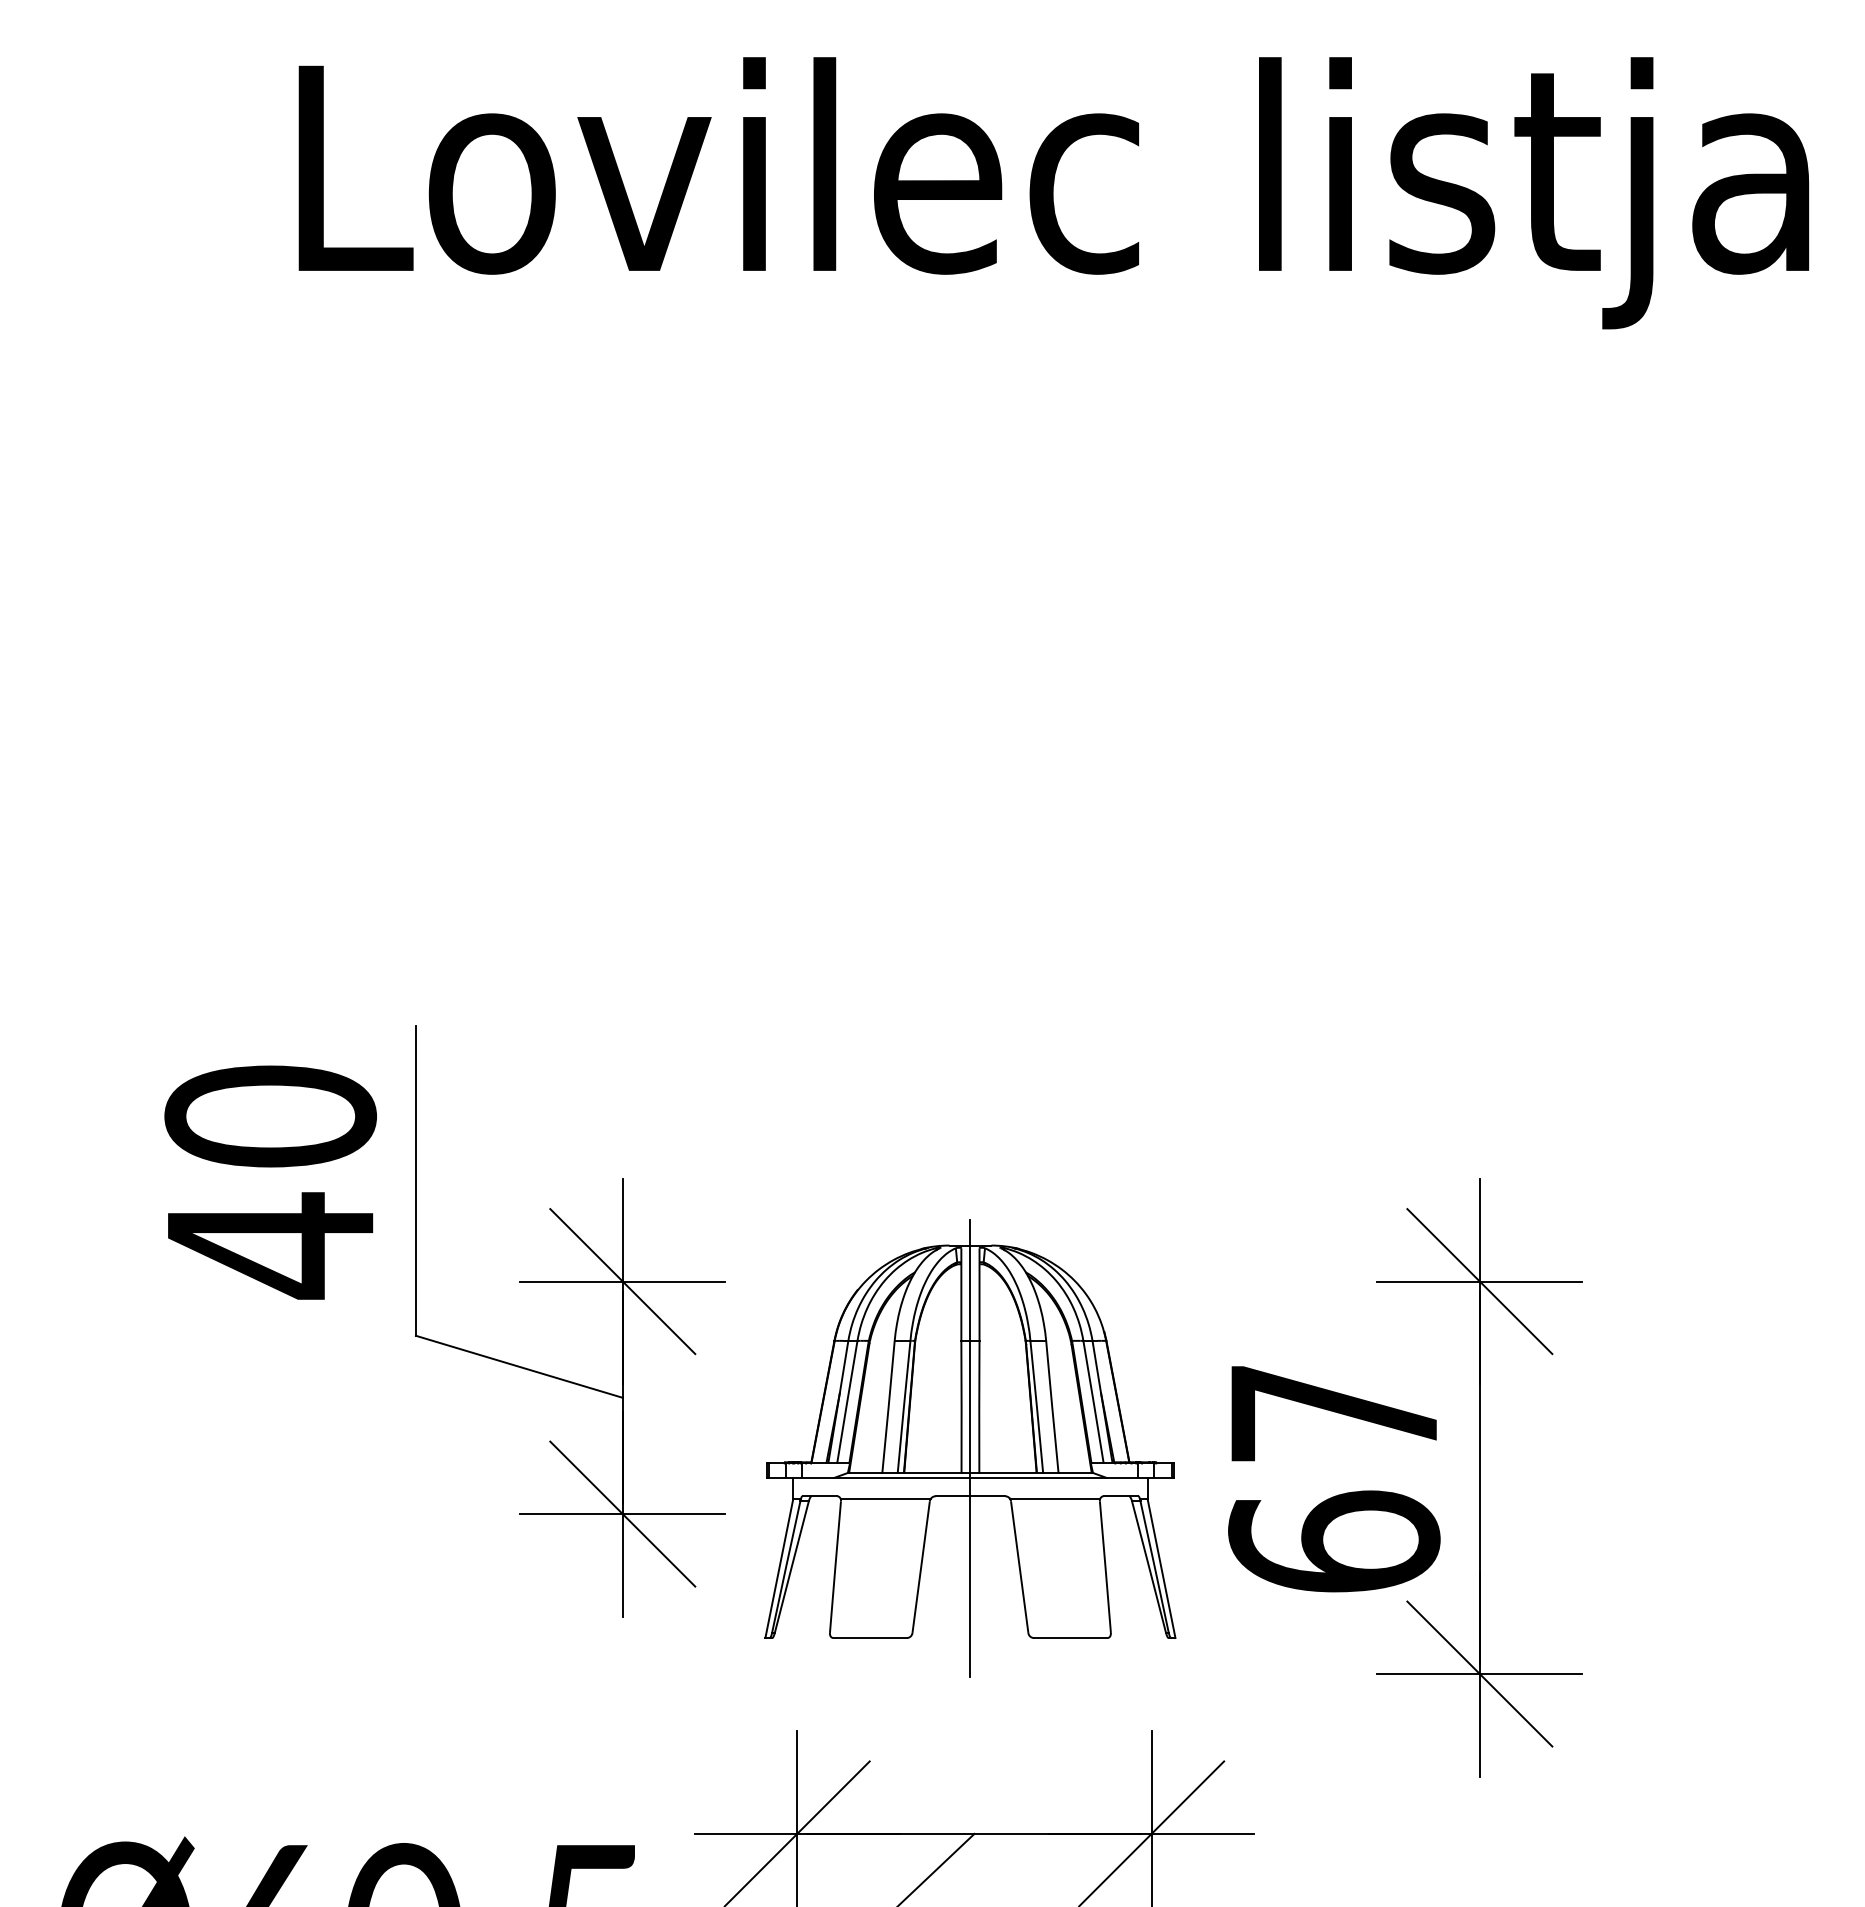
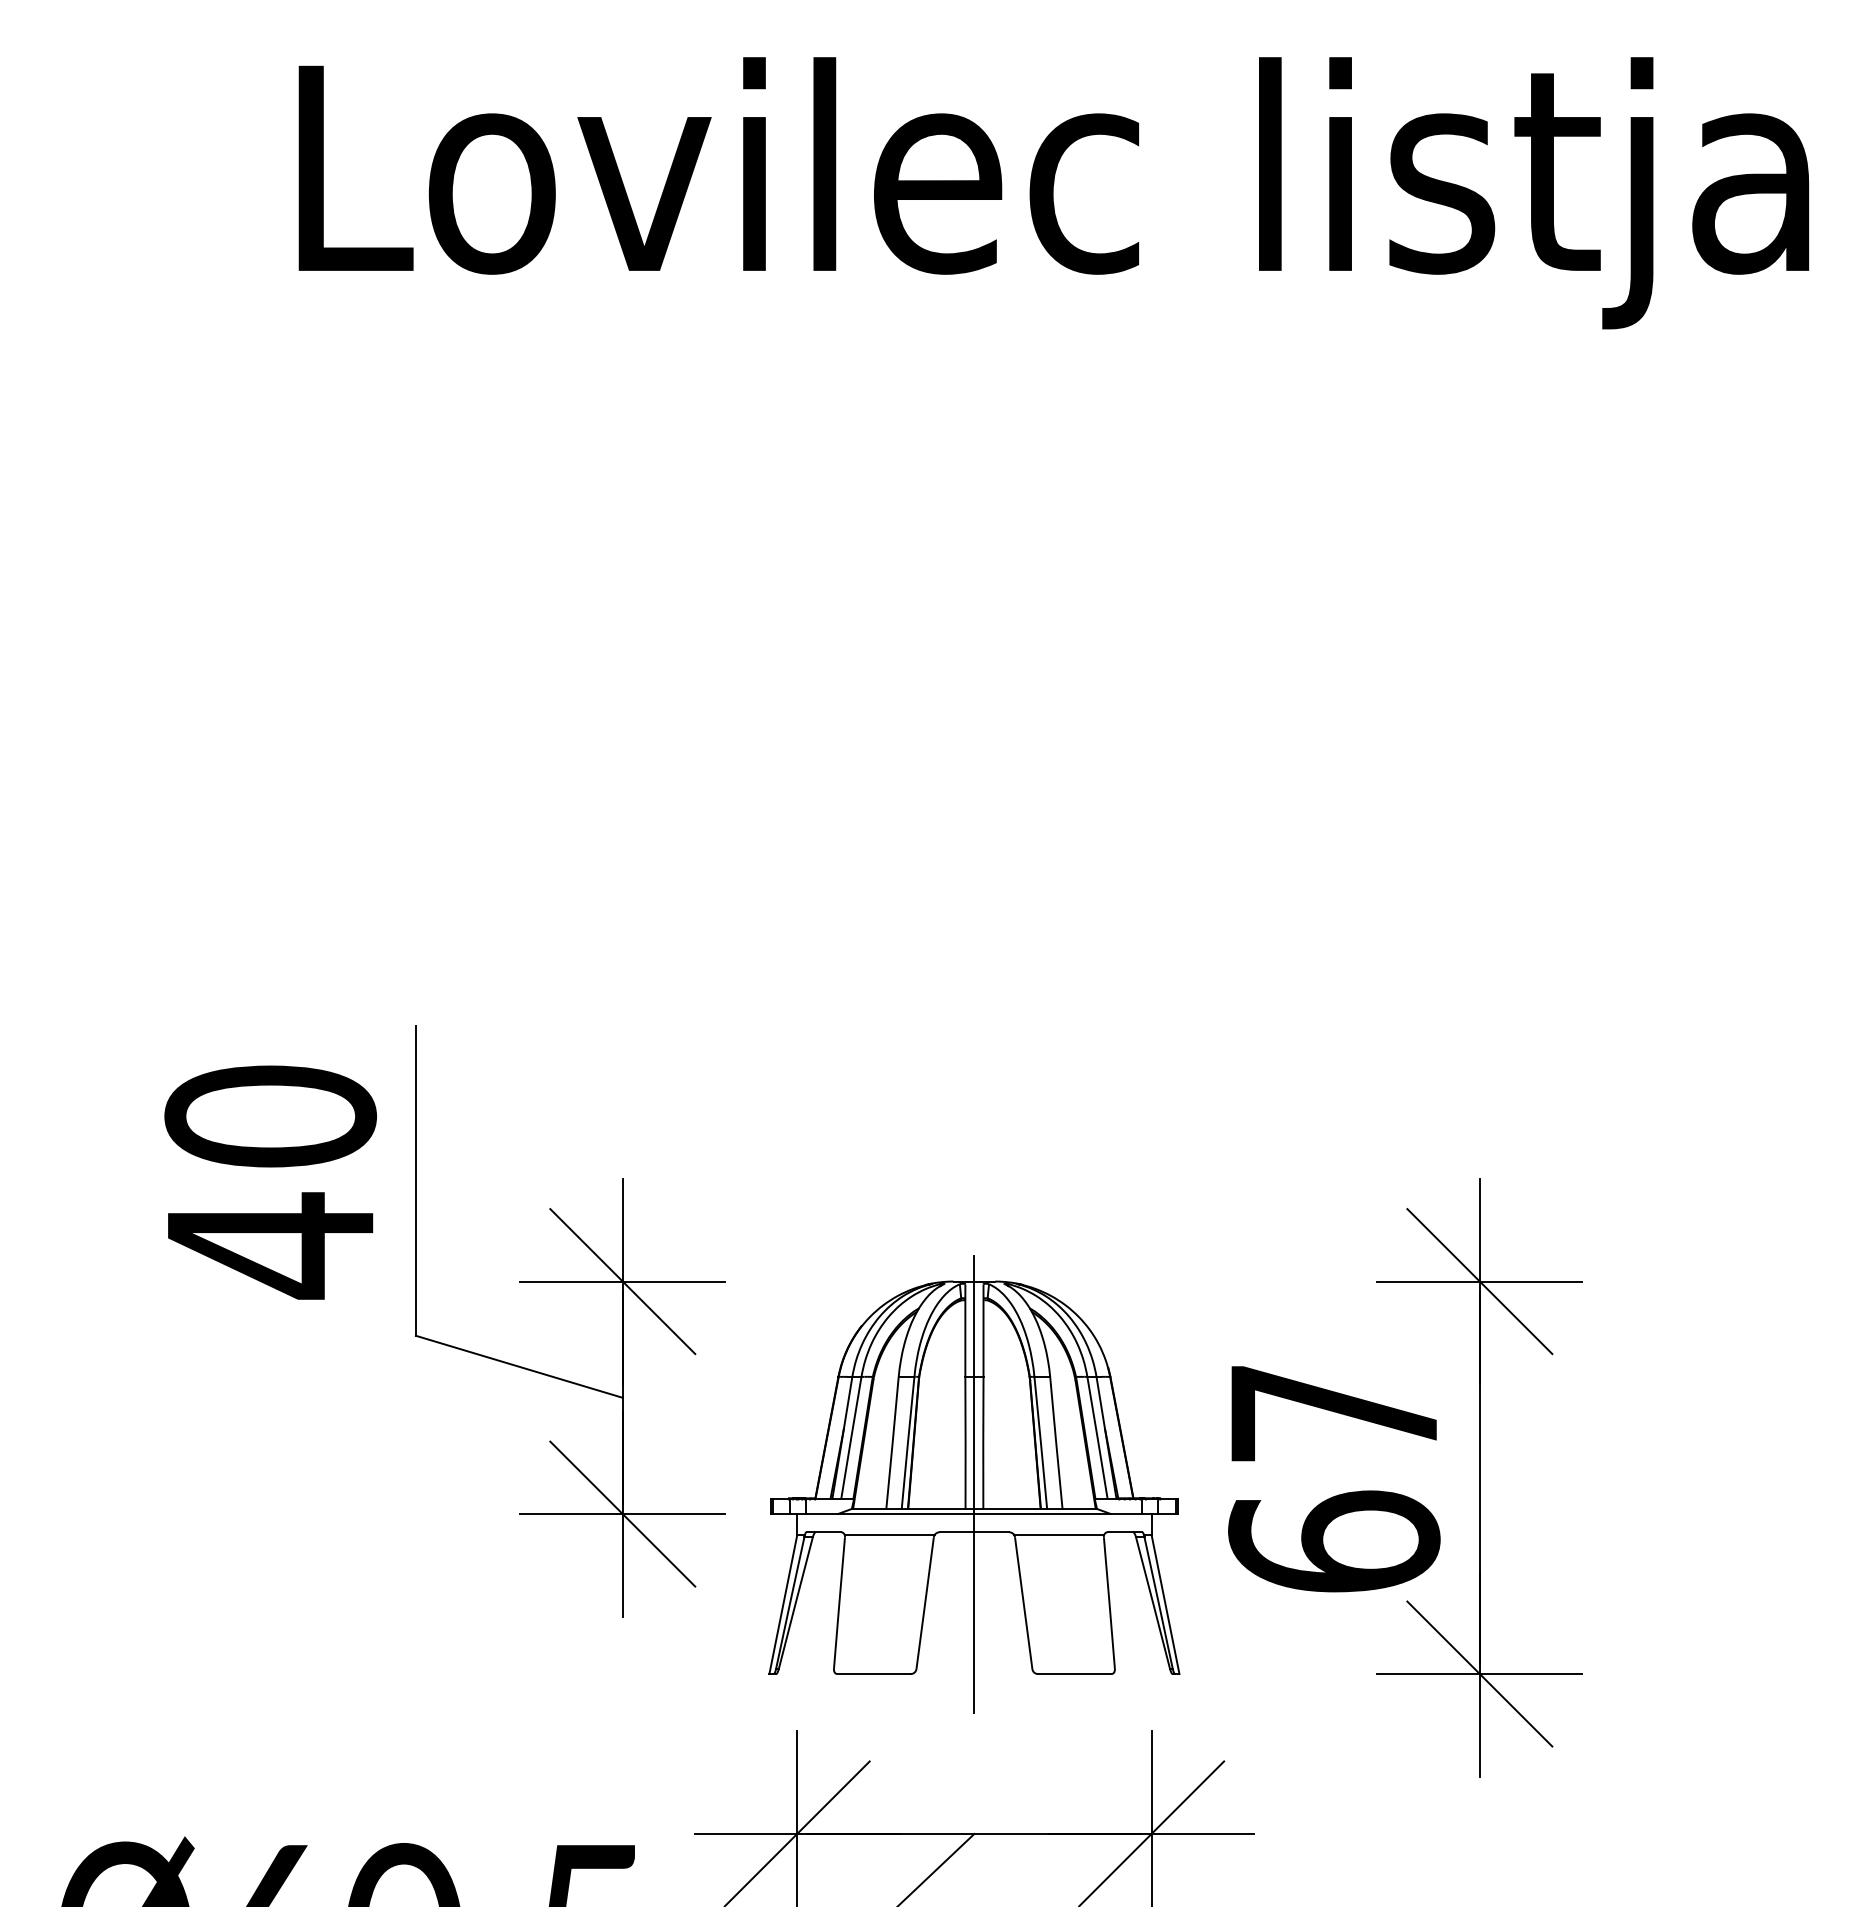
part at (970, 1448) position: (970, 1448) -> (974, 1484)
